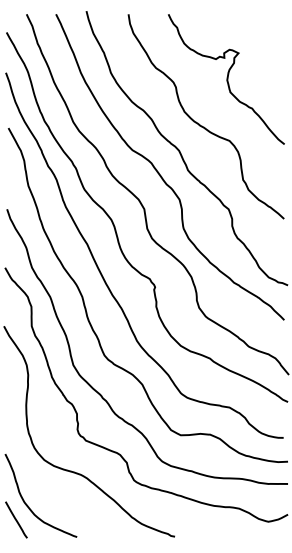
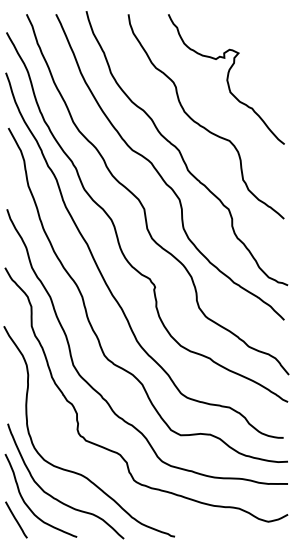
curve at (53, 496): none -> present
